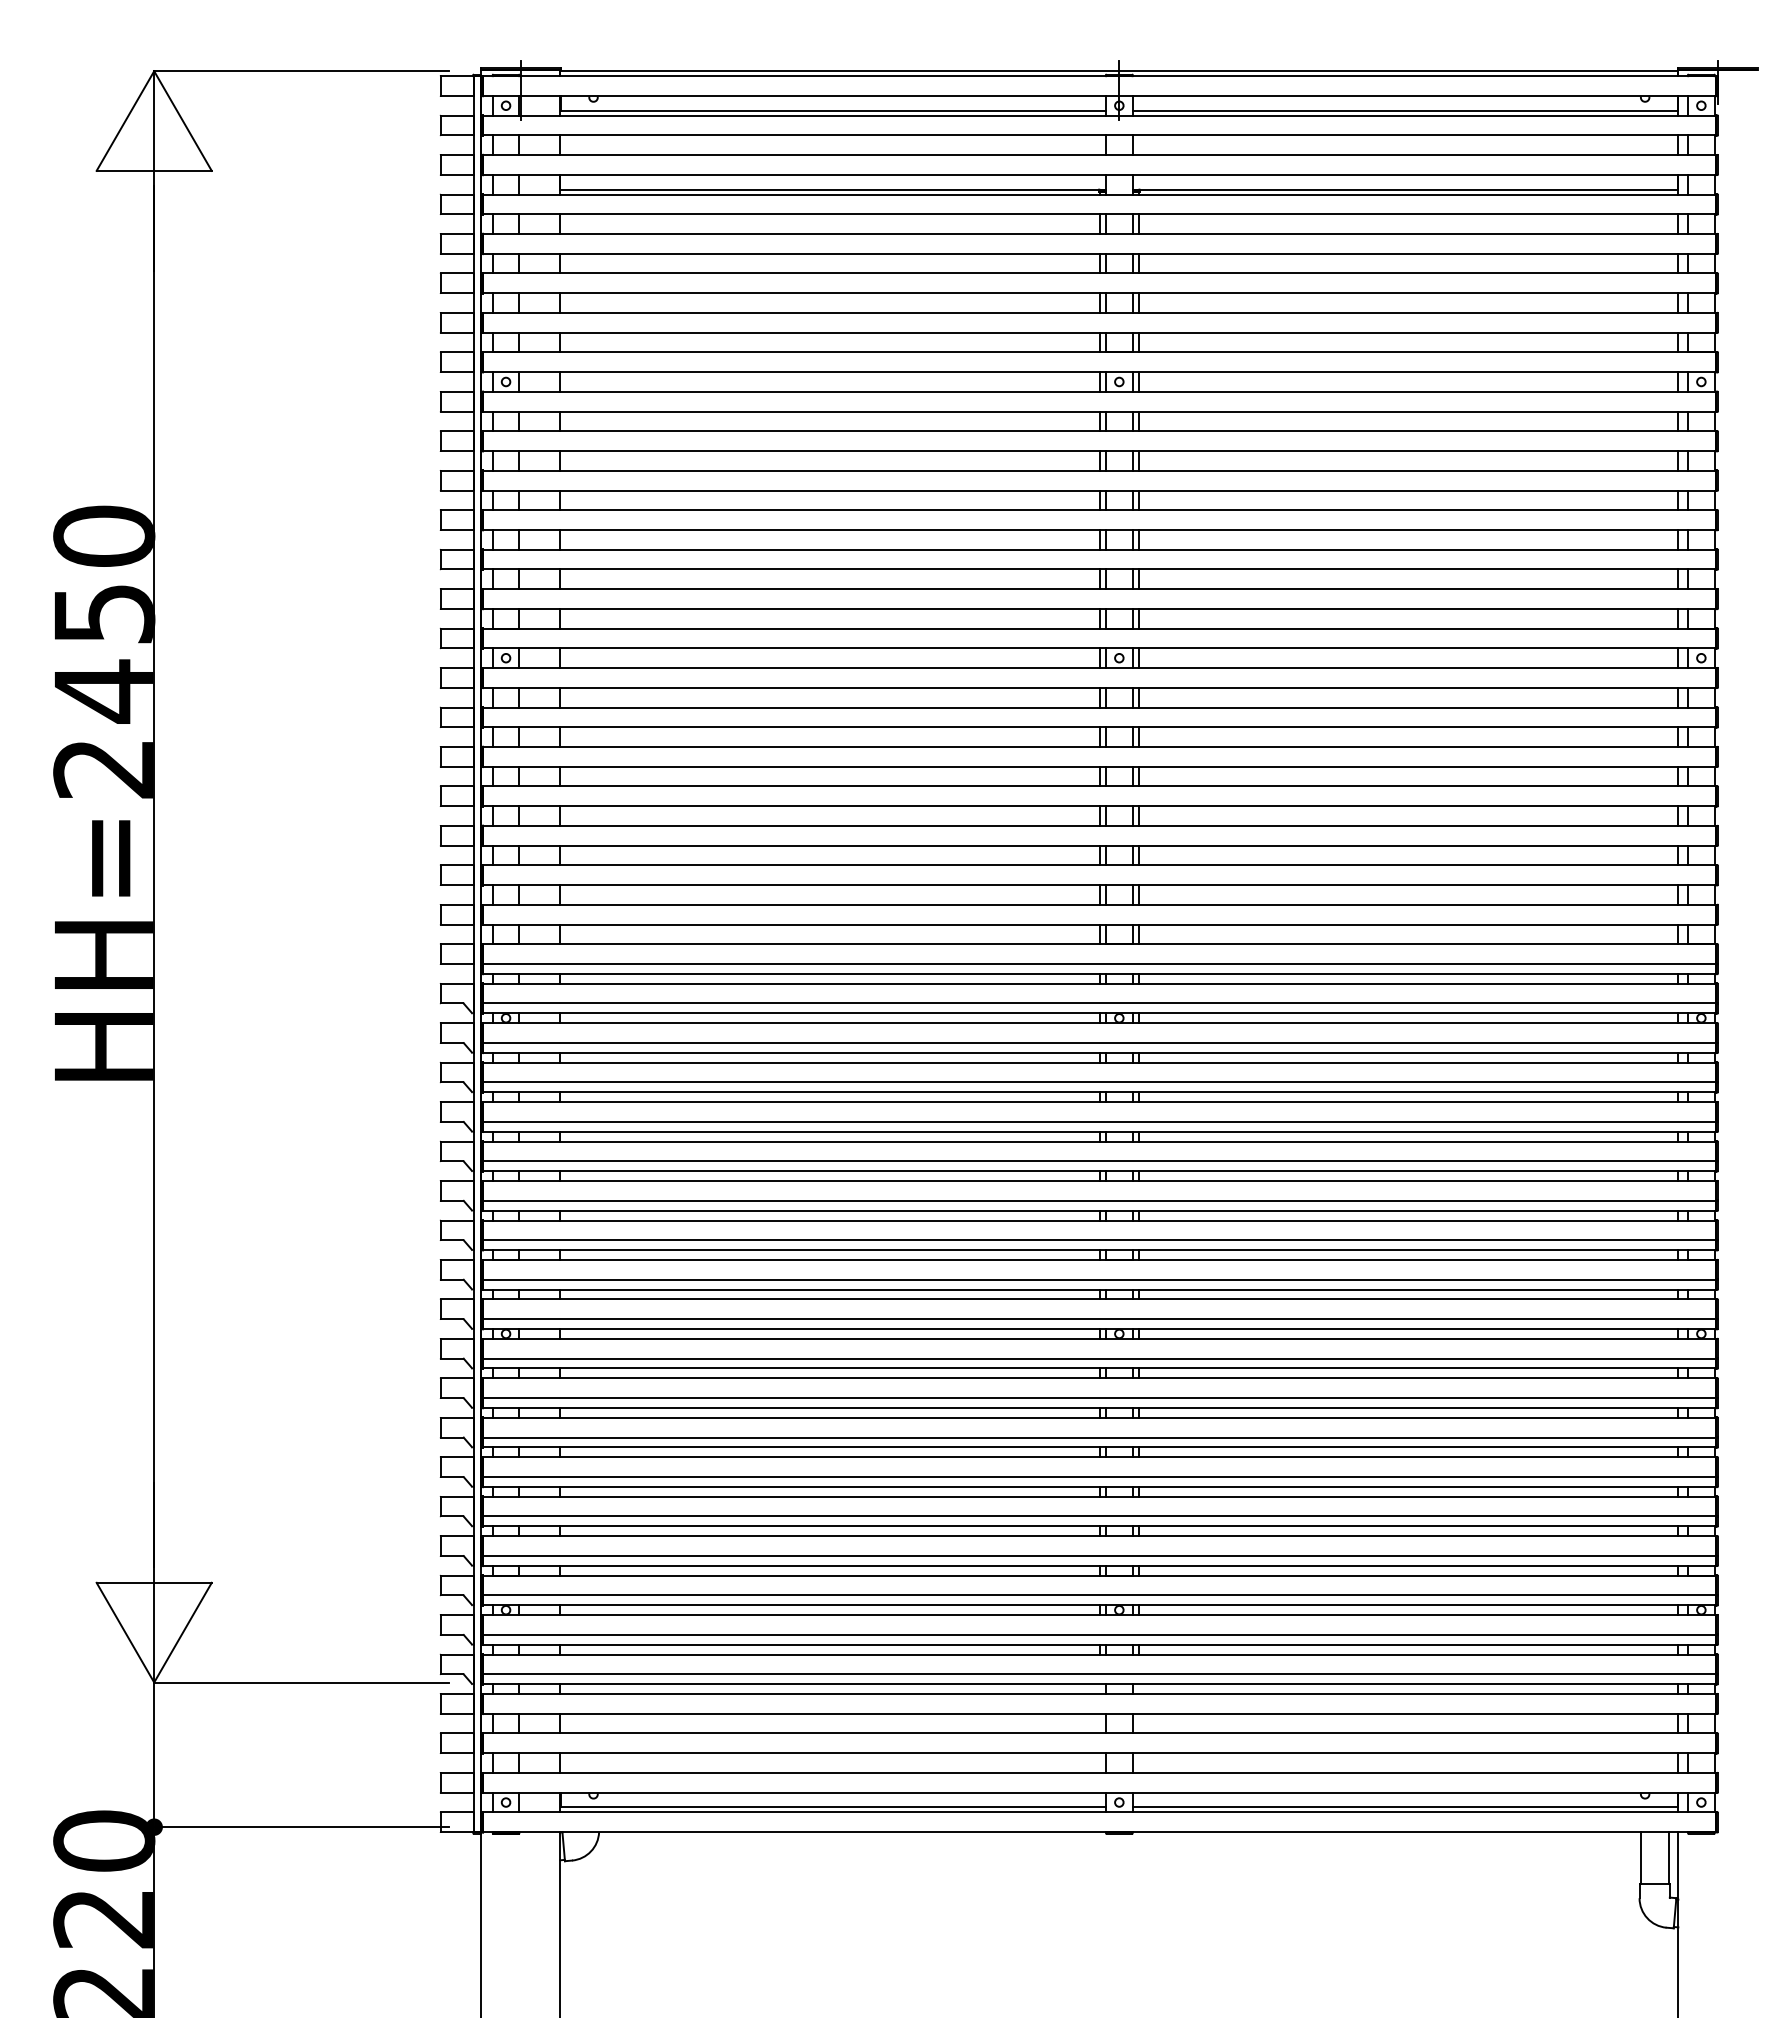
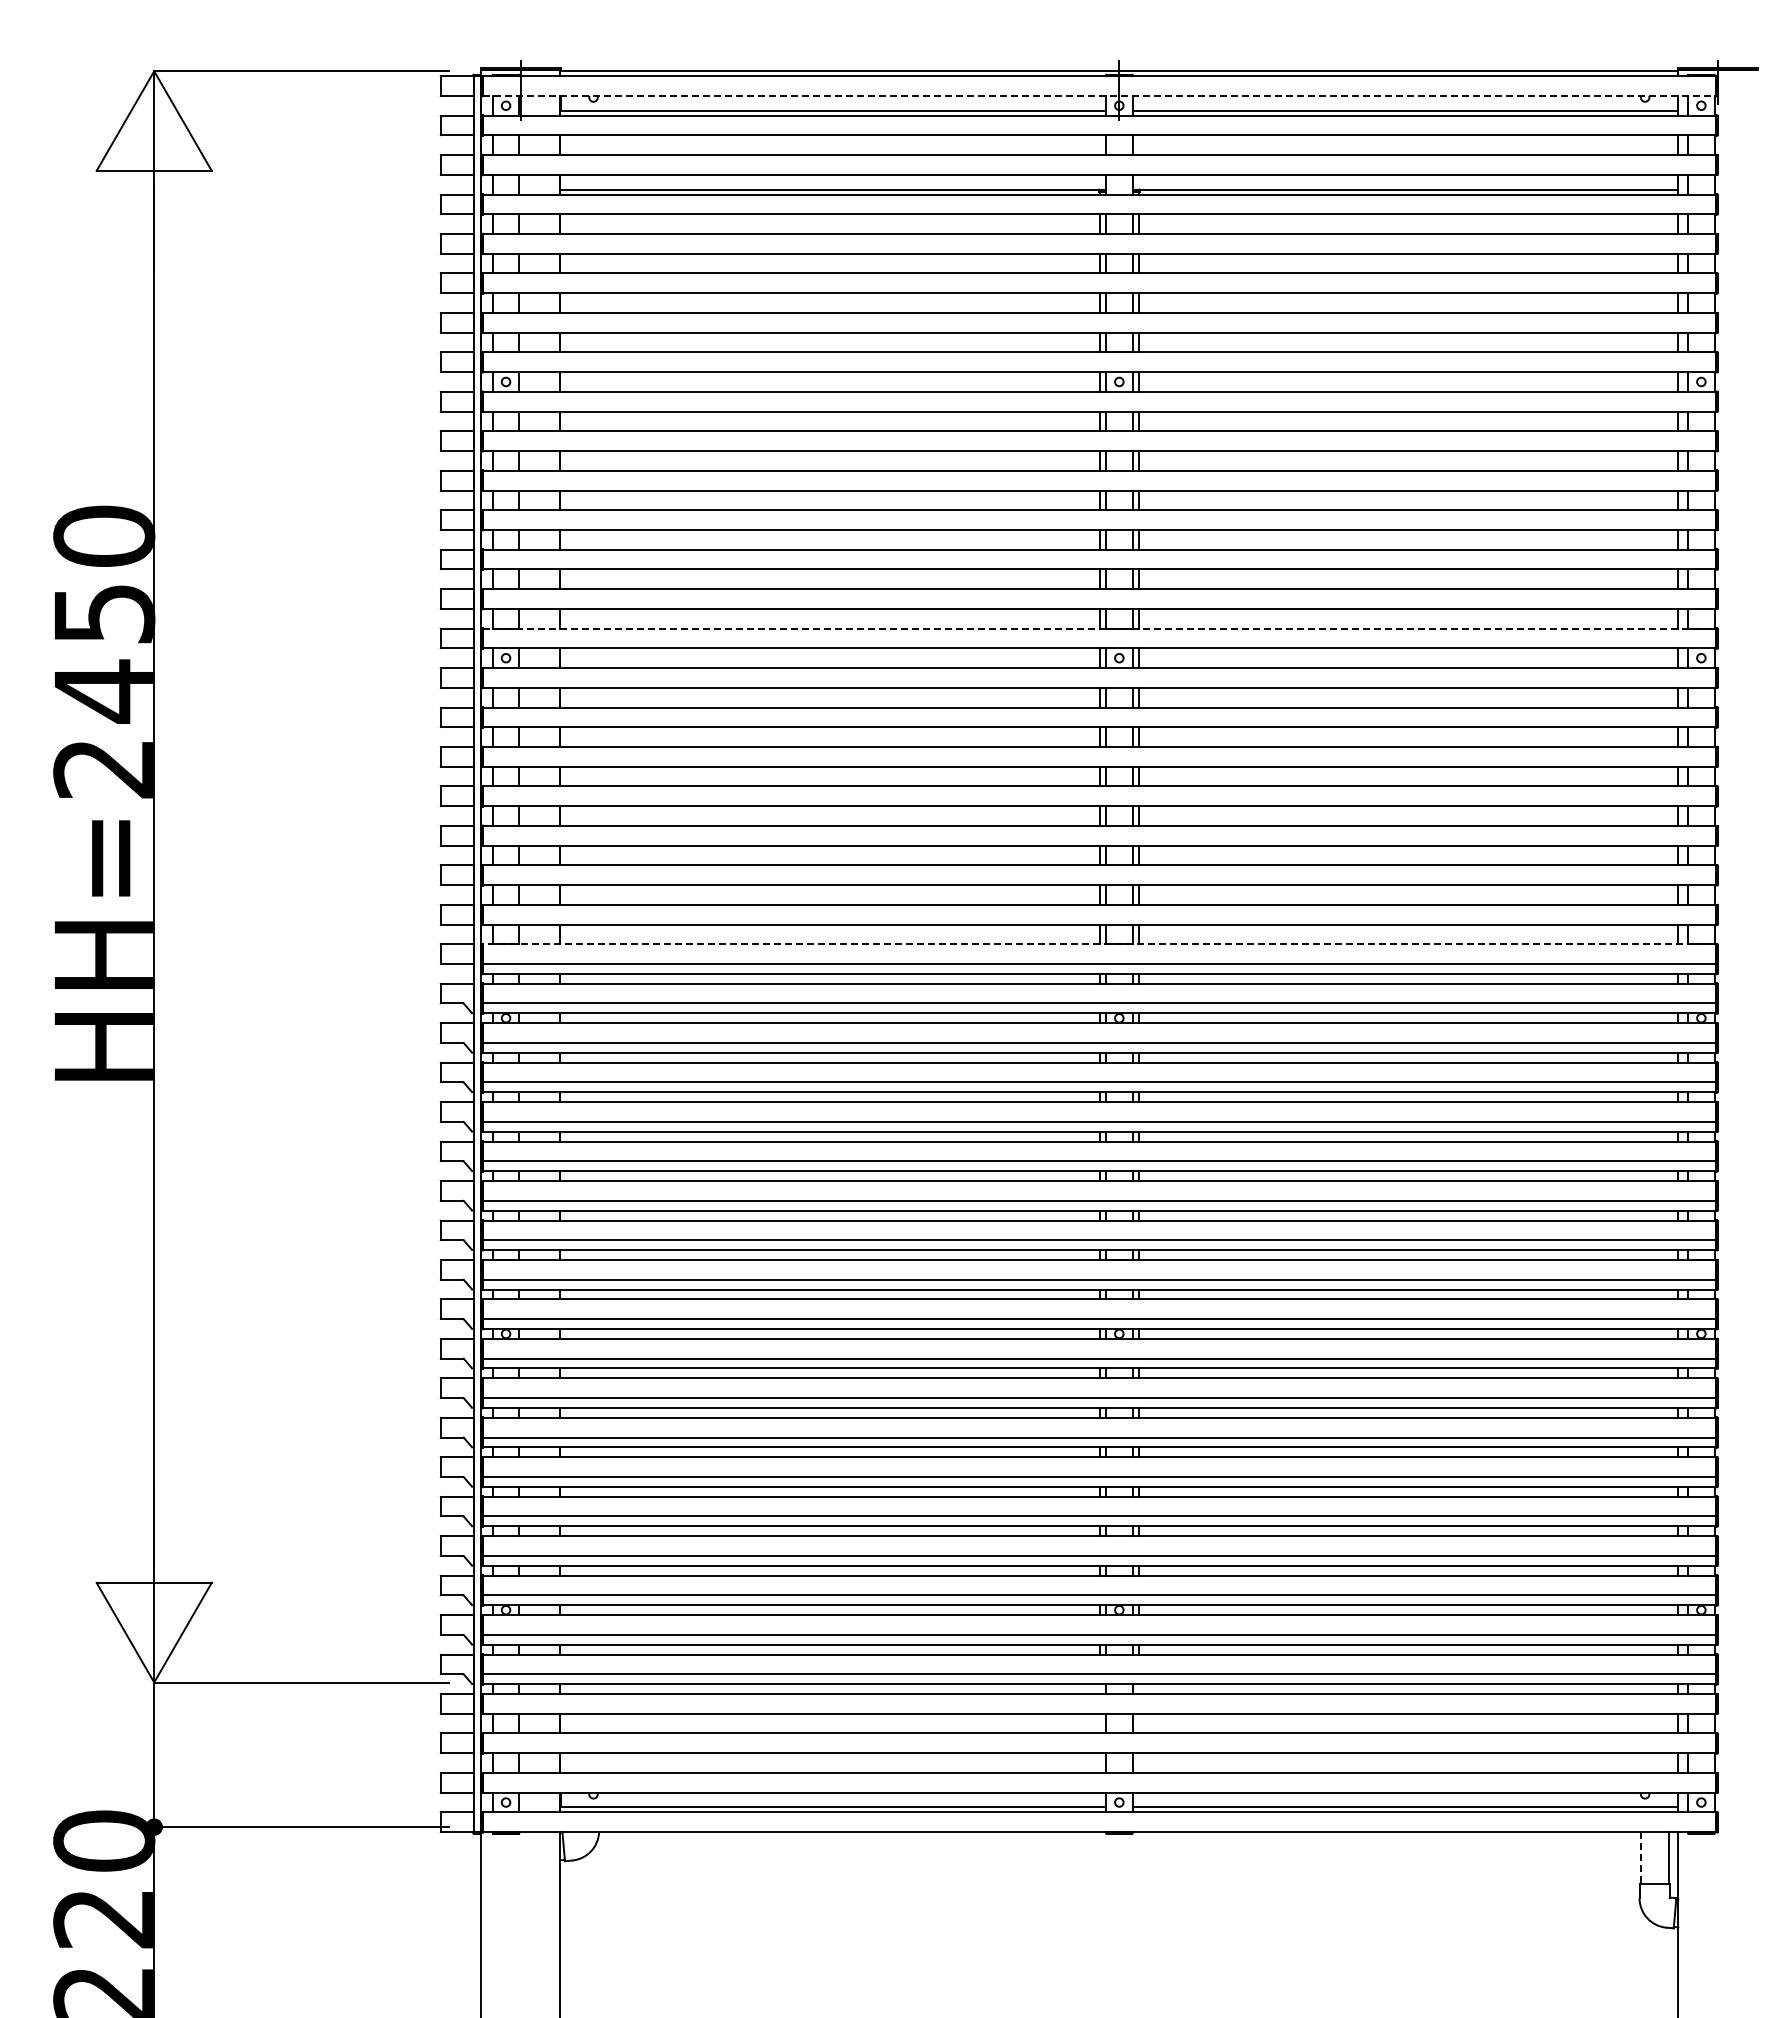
line at (1099, 95): solid -> dashed
line at (1099, 628): solid -> dashed
line at (1099, 944): solid -> dashed
line at (1640, 1858): solid -> dashed
